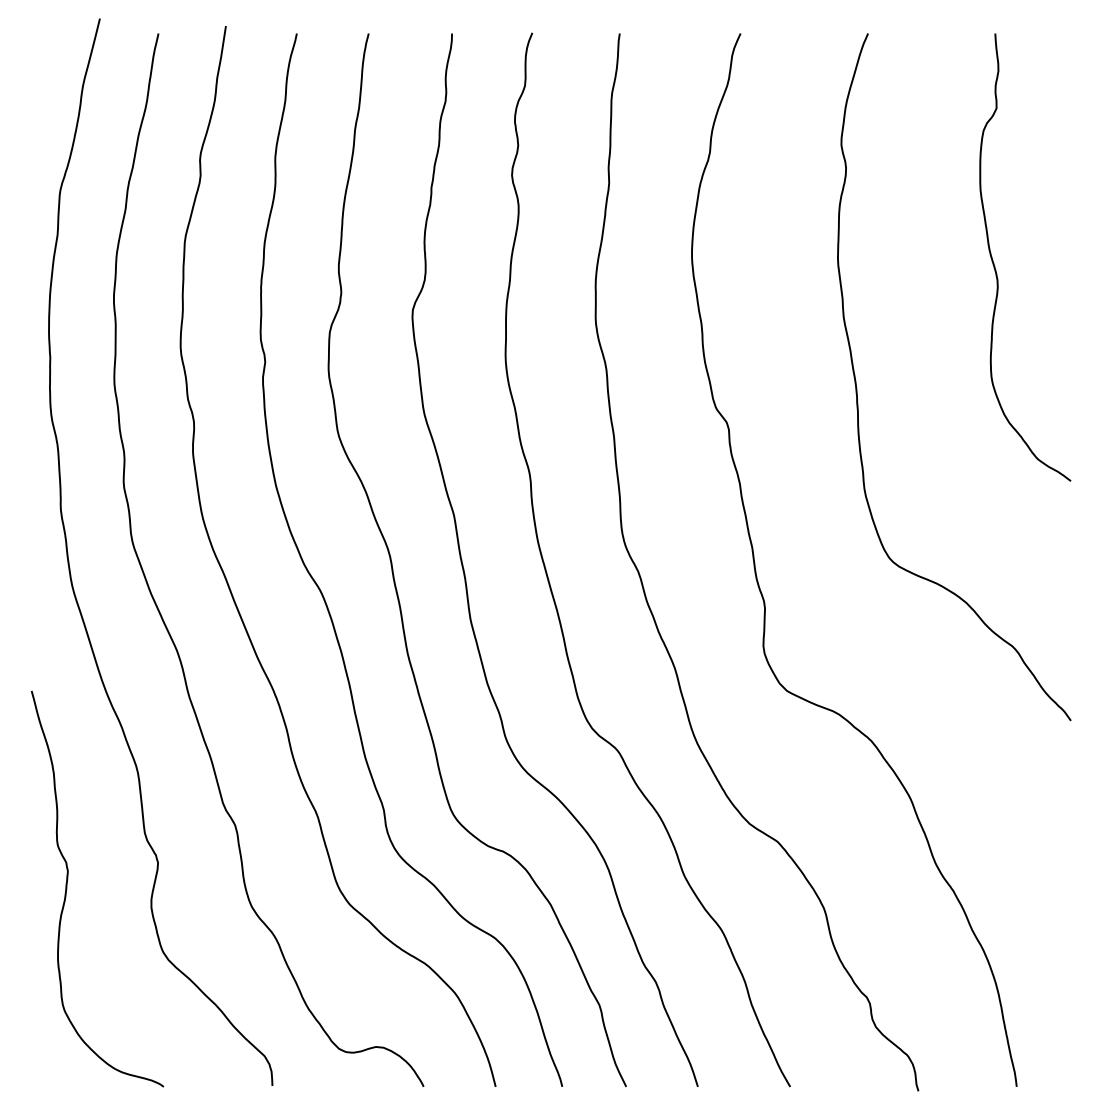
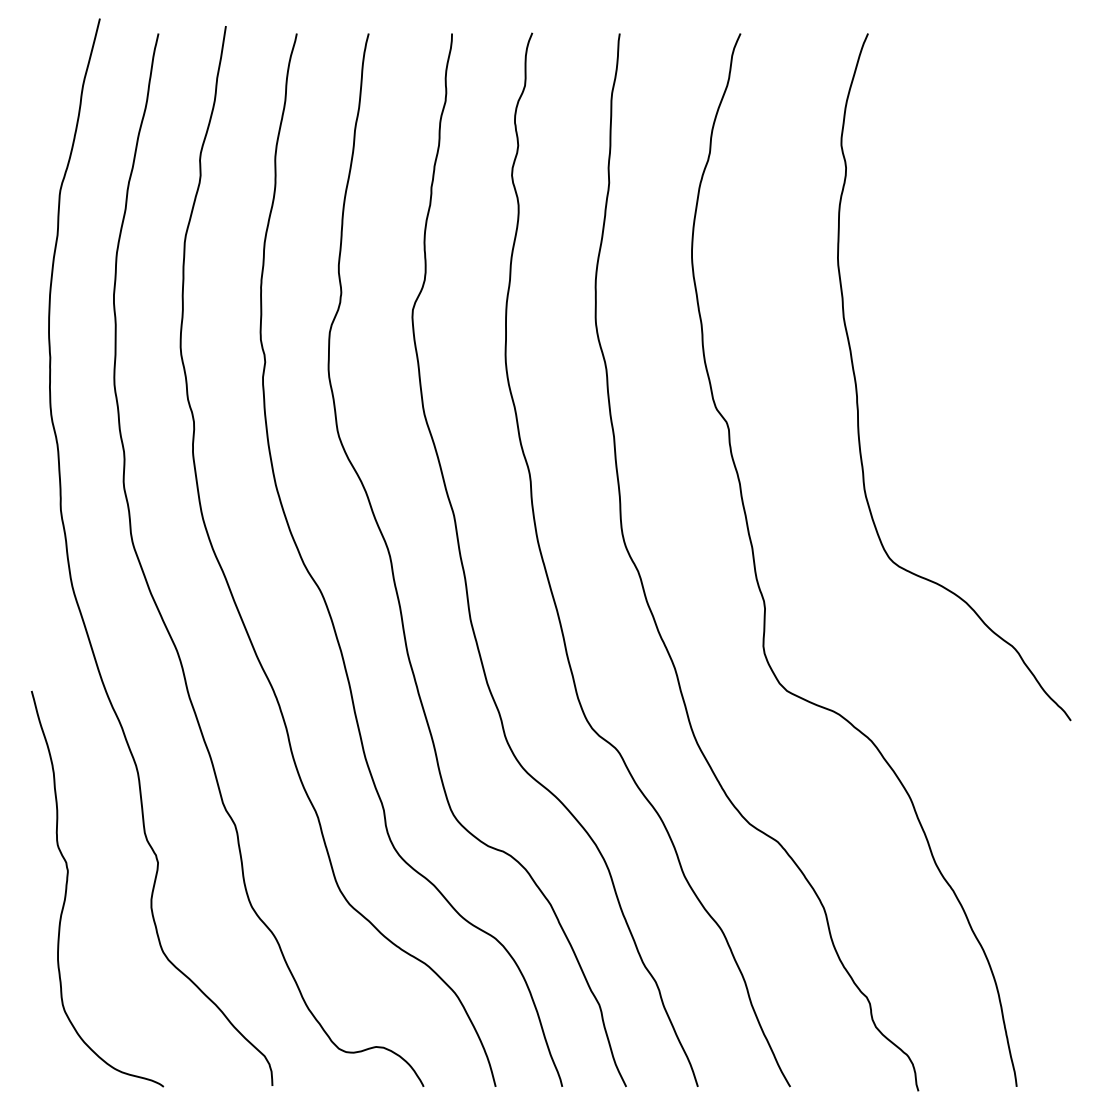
curve at (995, 266): present -> none
